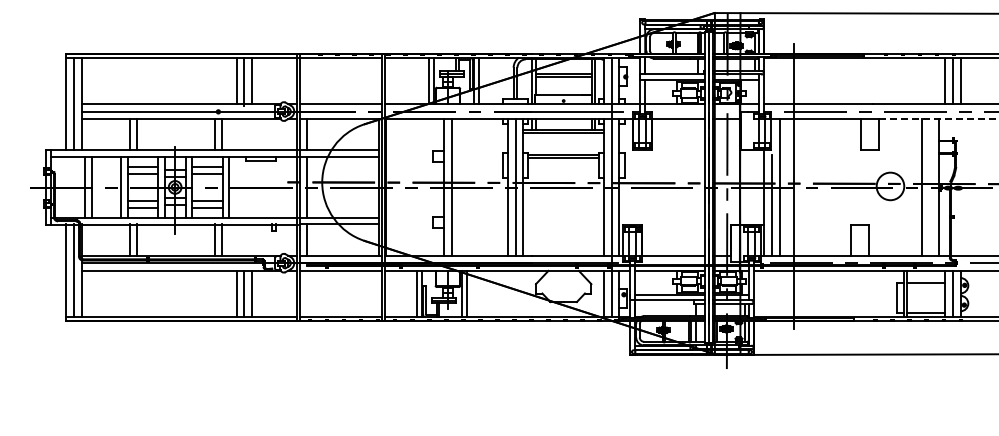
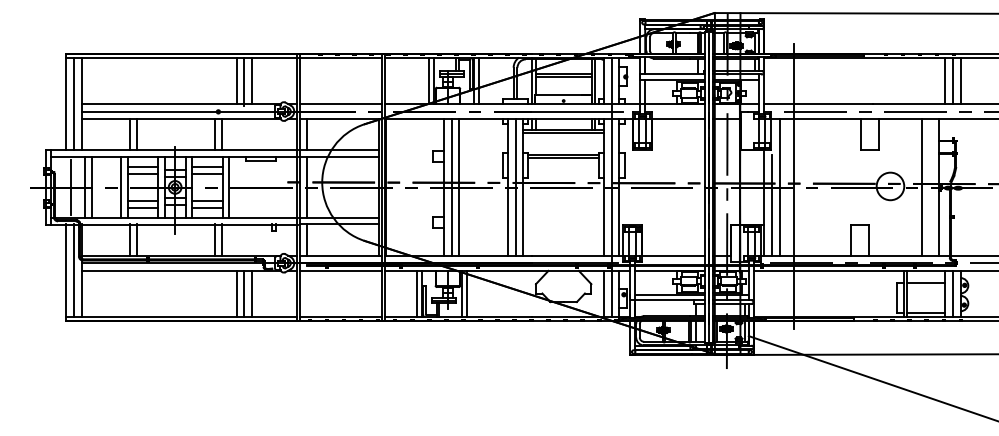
line at (939, 119): dashed -> solid
line at (71, 186): none -> present
line at (459, 187): none -> present
line at (871, 378): none -> present
